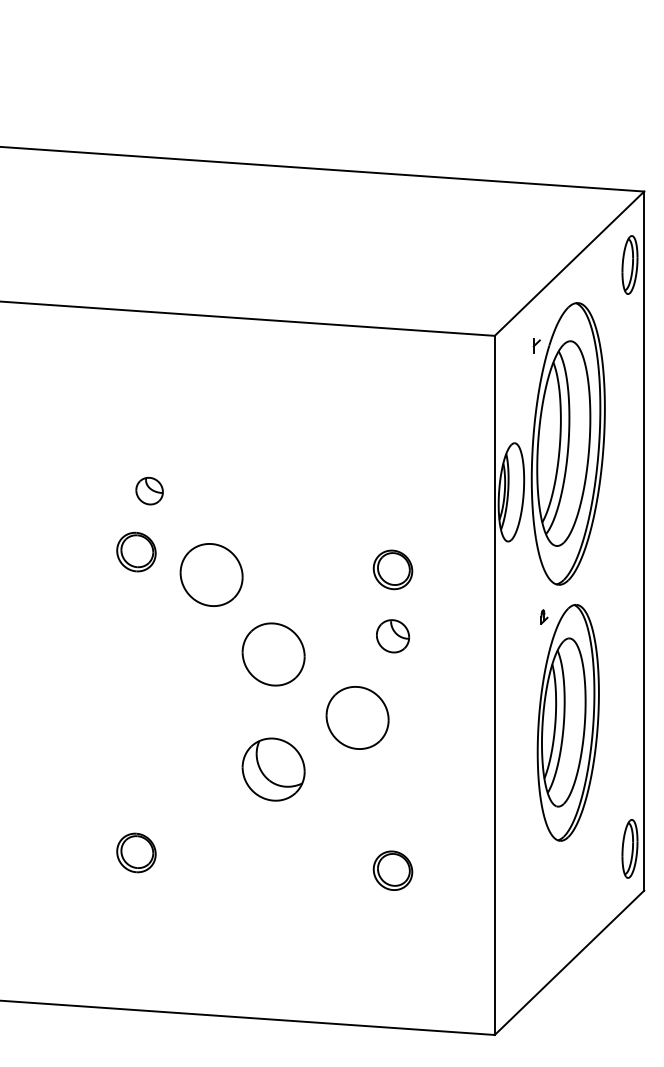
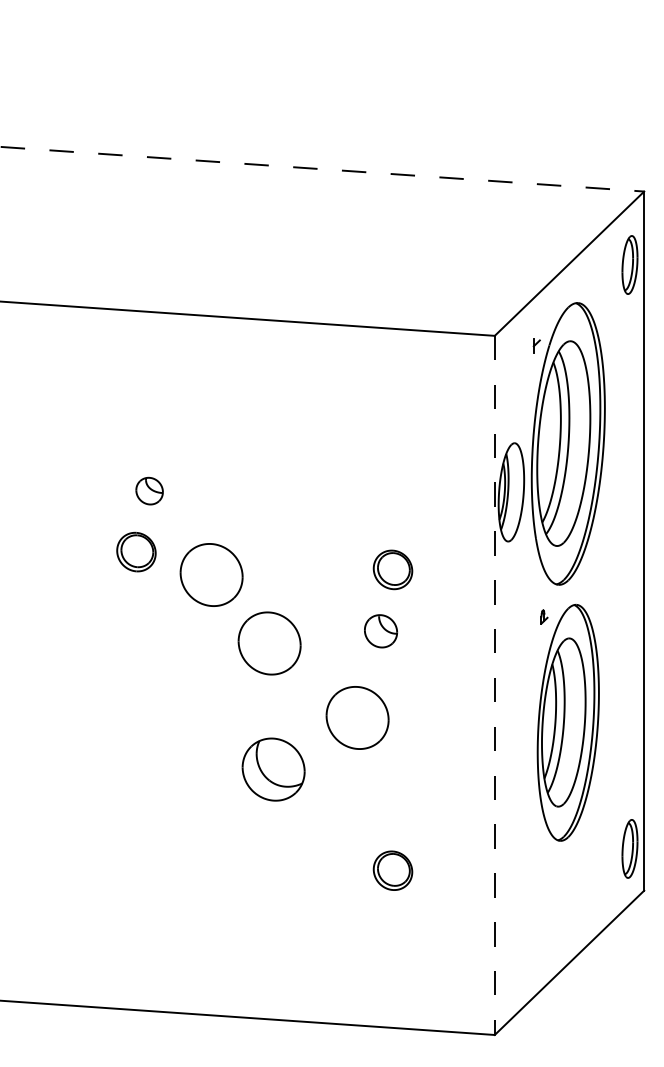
line at (323, 169): solid -> dashed
part at (393, 636) position: (393, 636) -> (381, 631)
part at (273, 654) position: (273, 654) -> (269, 643)
line at (494, 685): solid -> dashed
part at (136, 852): present -> none
